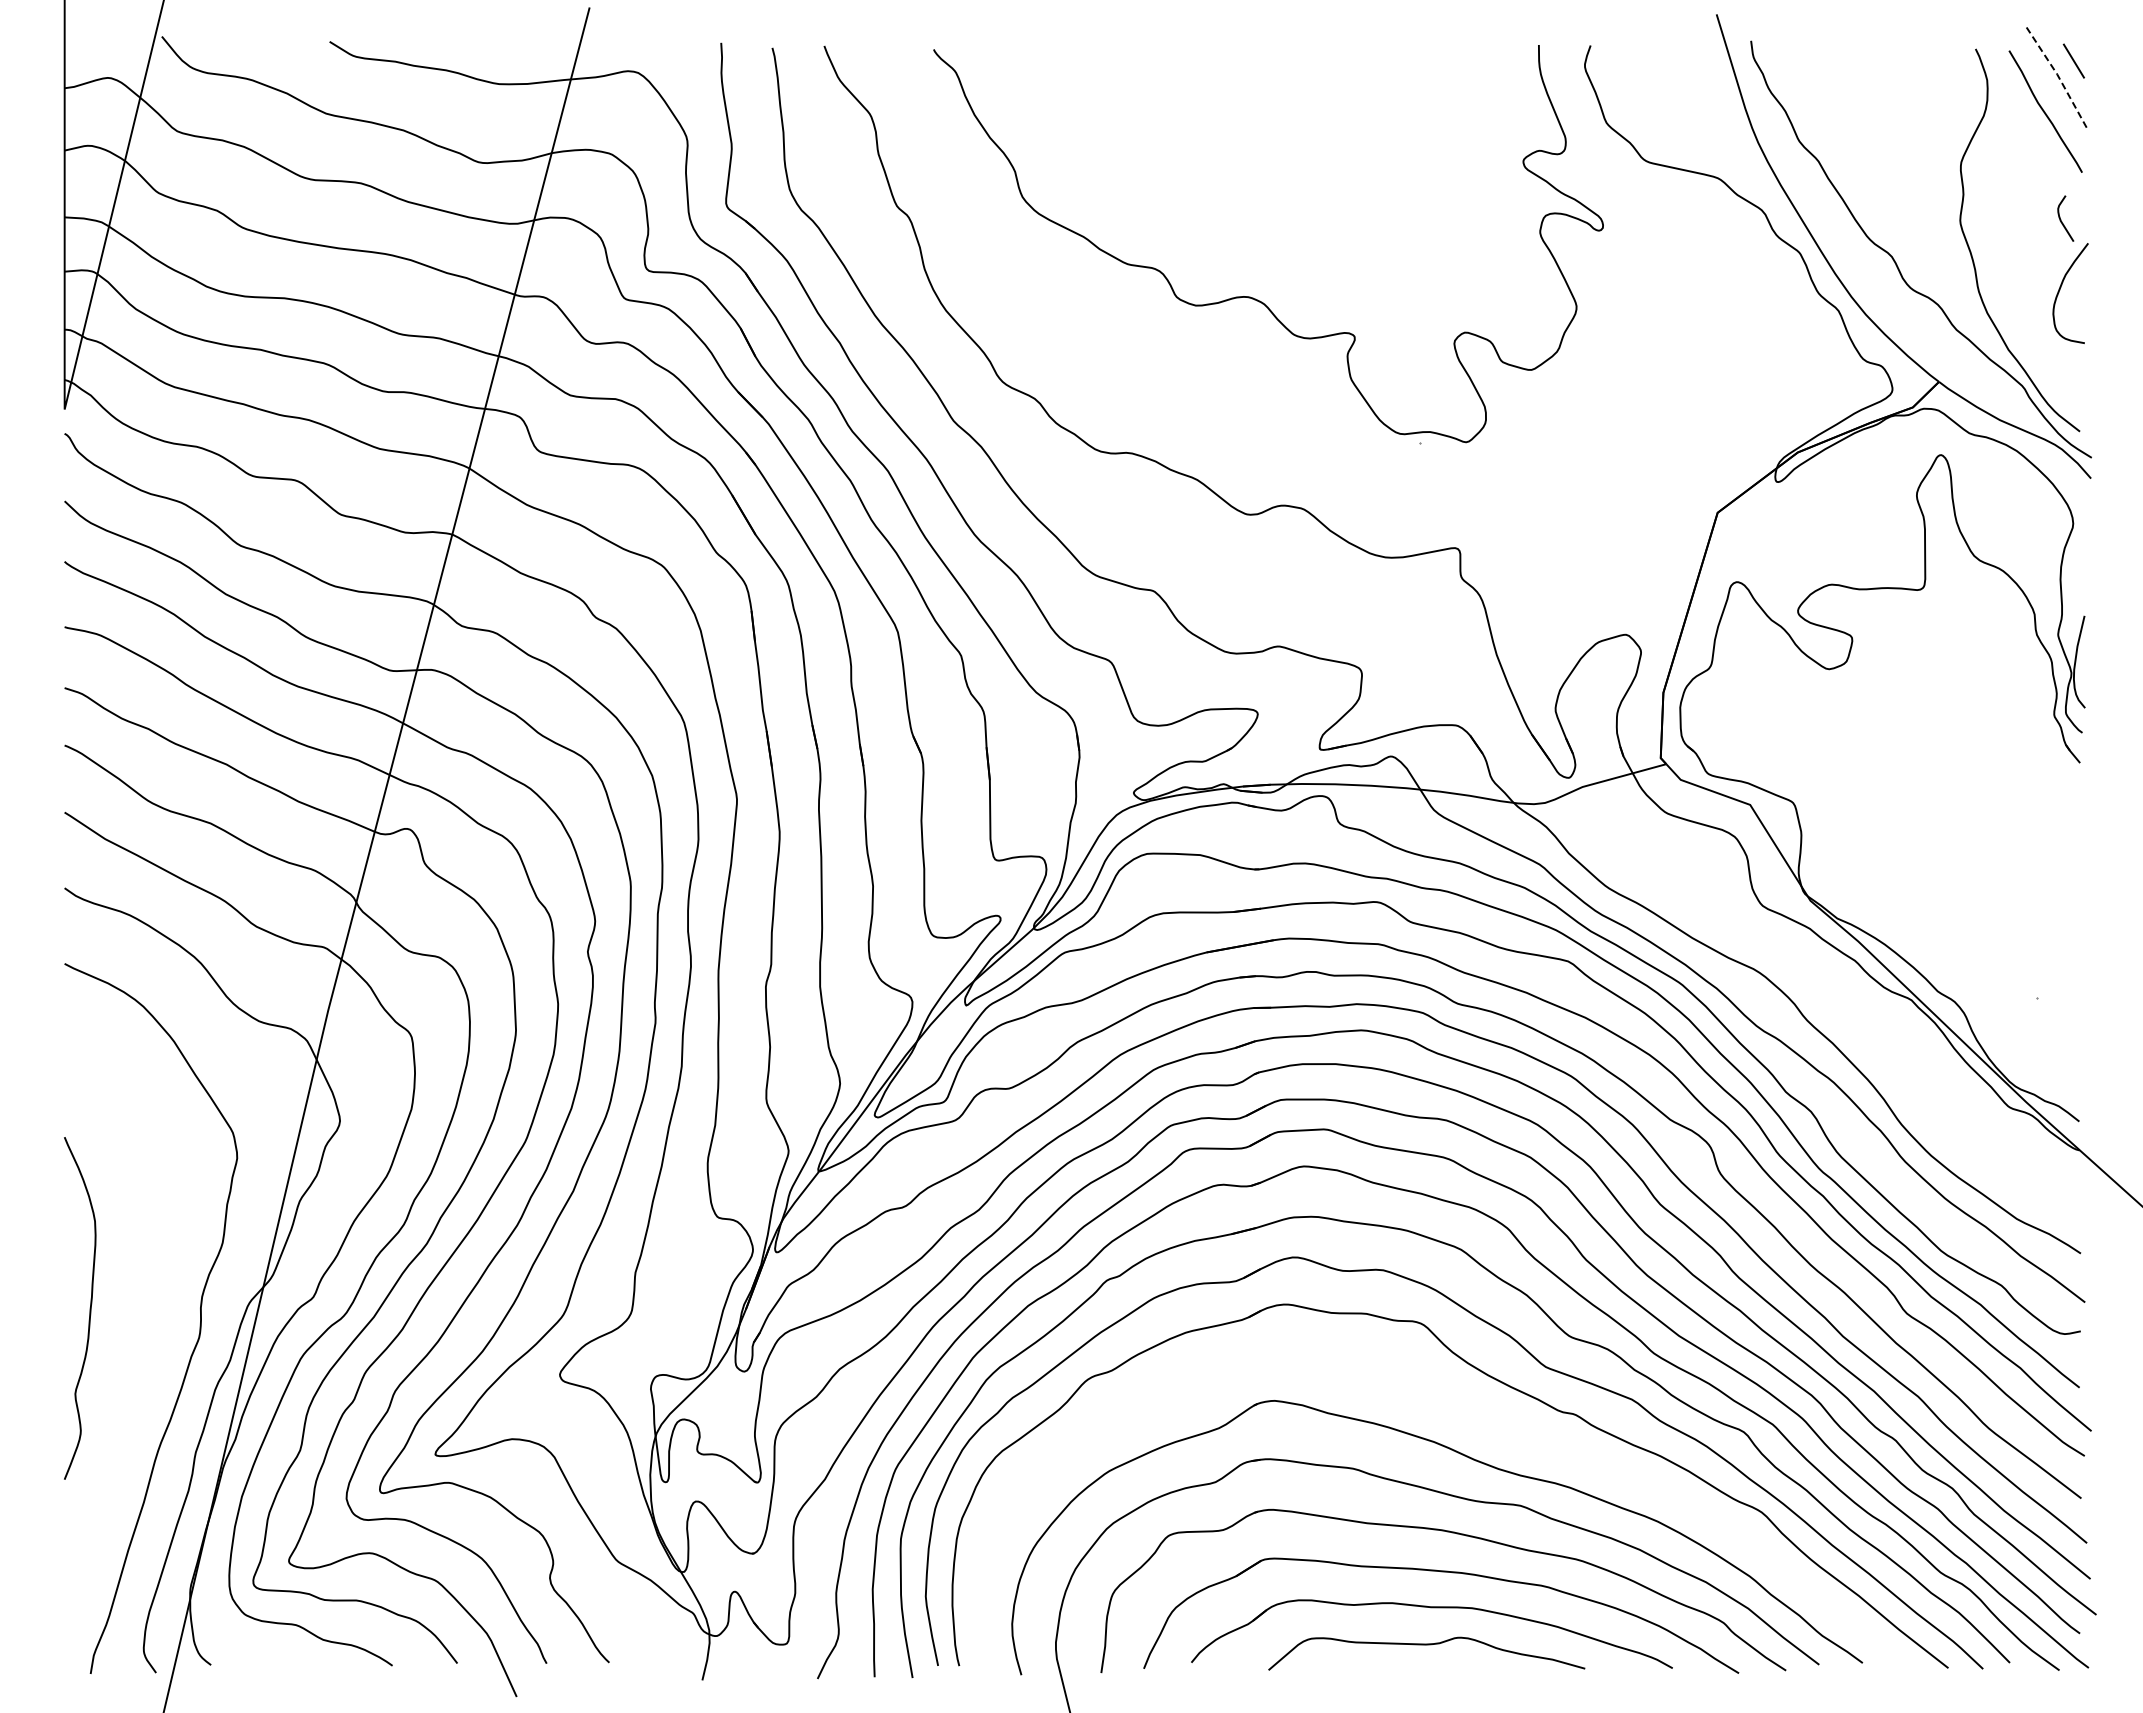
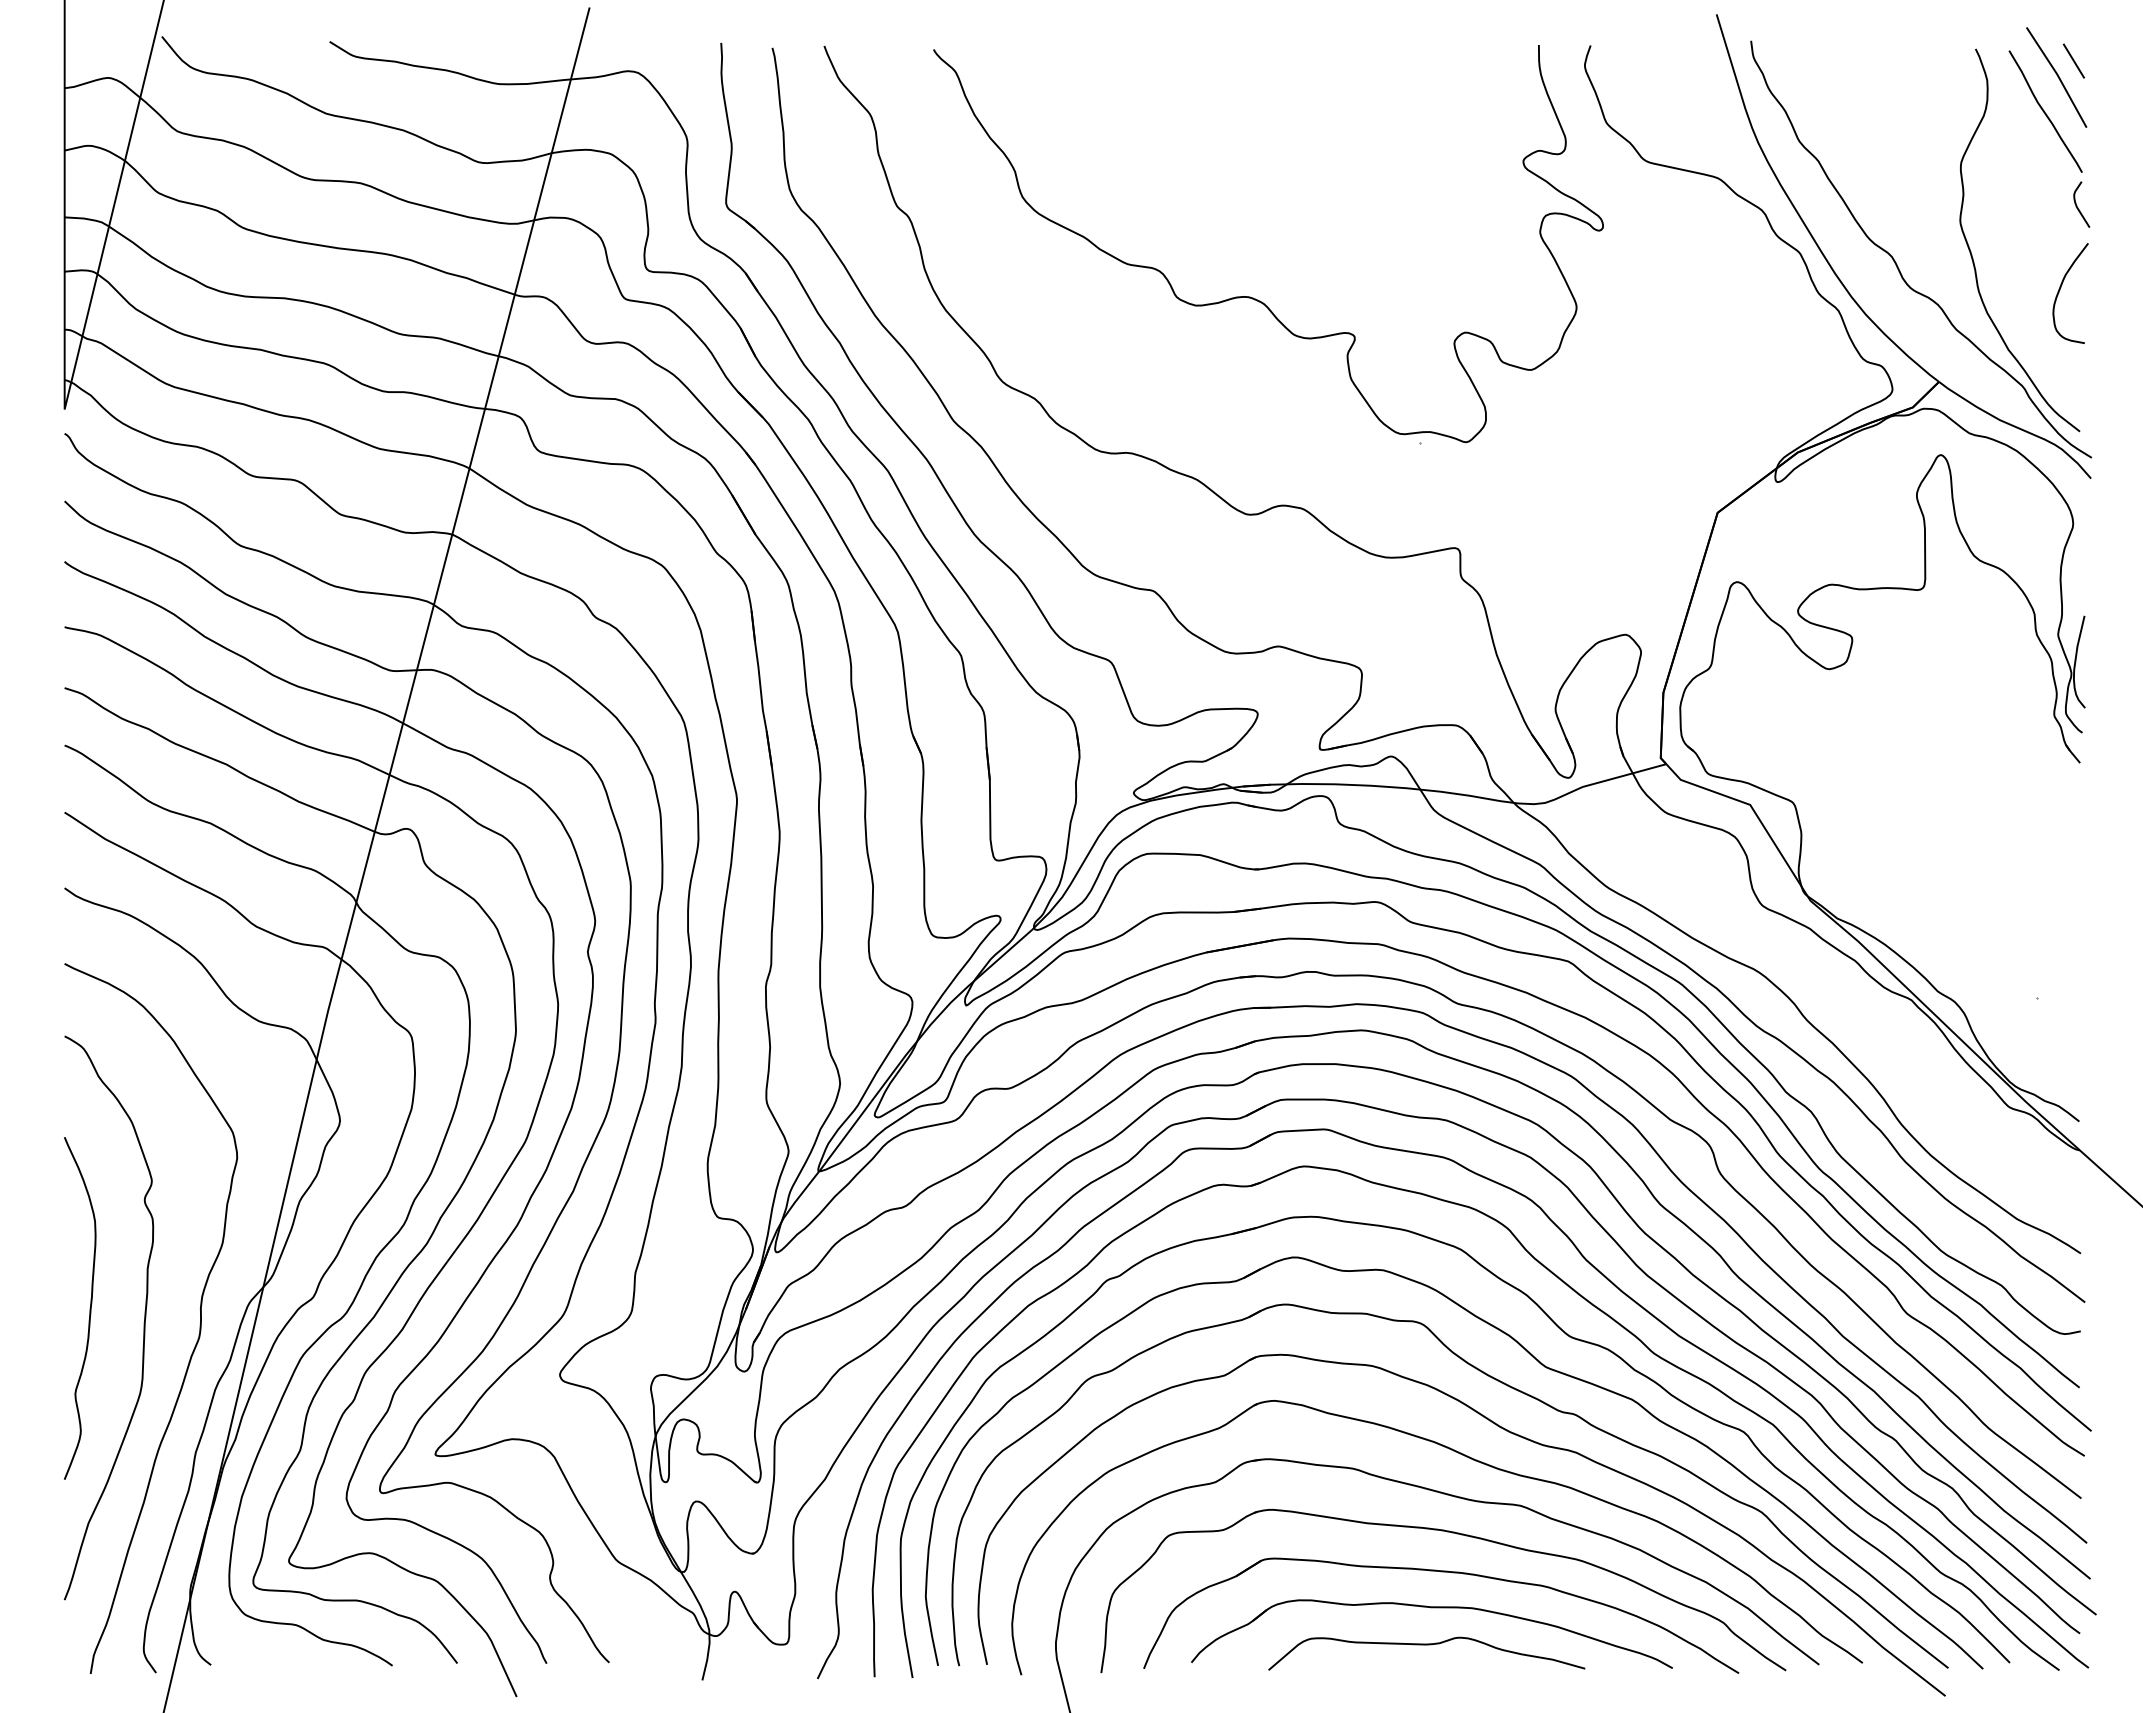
line at (2058, 76): dashed -> solid
curve at (2061, 219) position: (2061, 219) -> (2077, 205)
curve at (143, 1322): none -> present
part at (1508, 1432): none -> present
